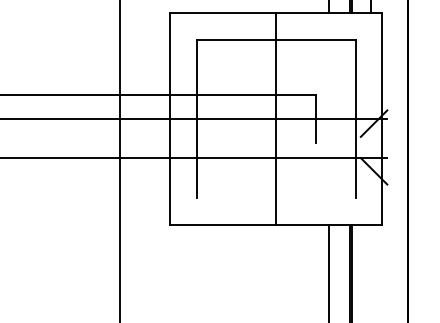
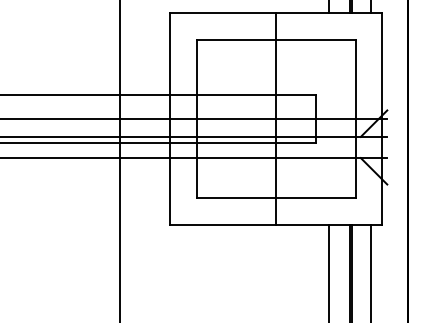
line at (194, 136): none -> present
line at (158, 142): none -> present
line at (275, 198): none -> present
line at (370, 271): none -> present
